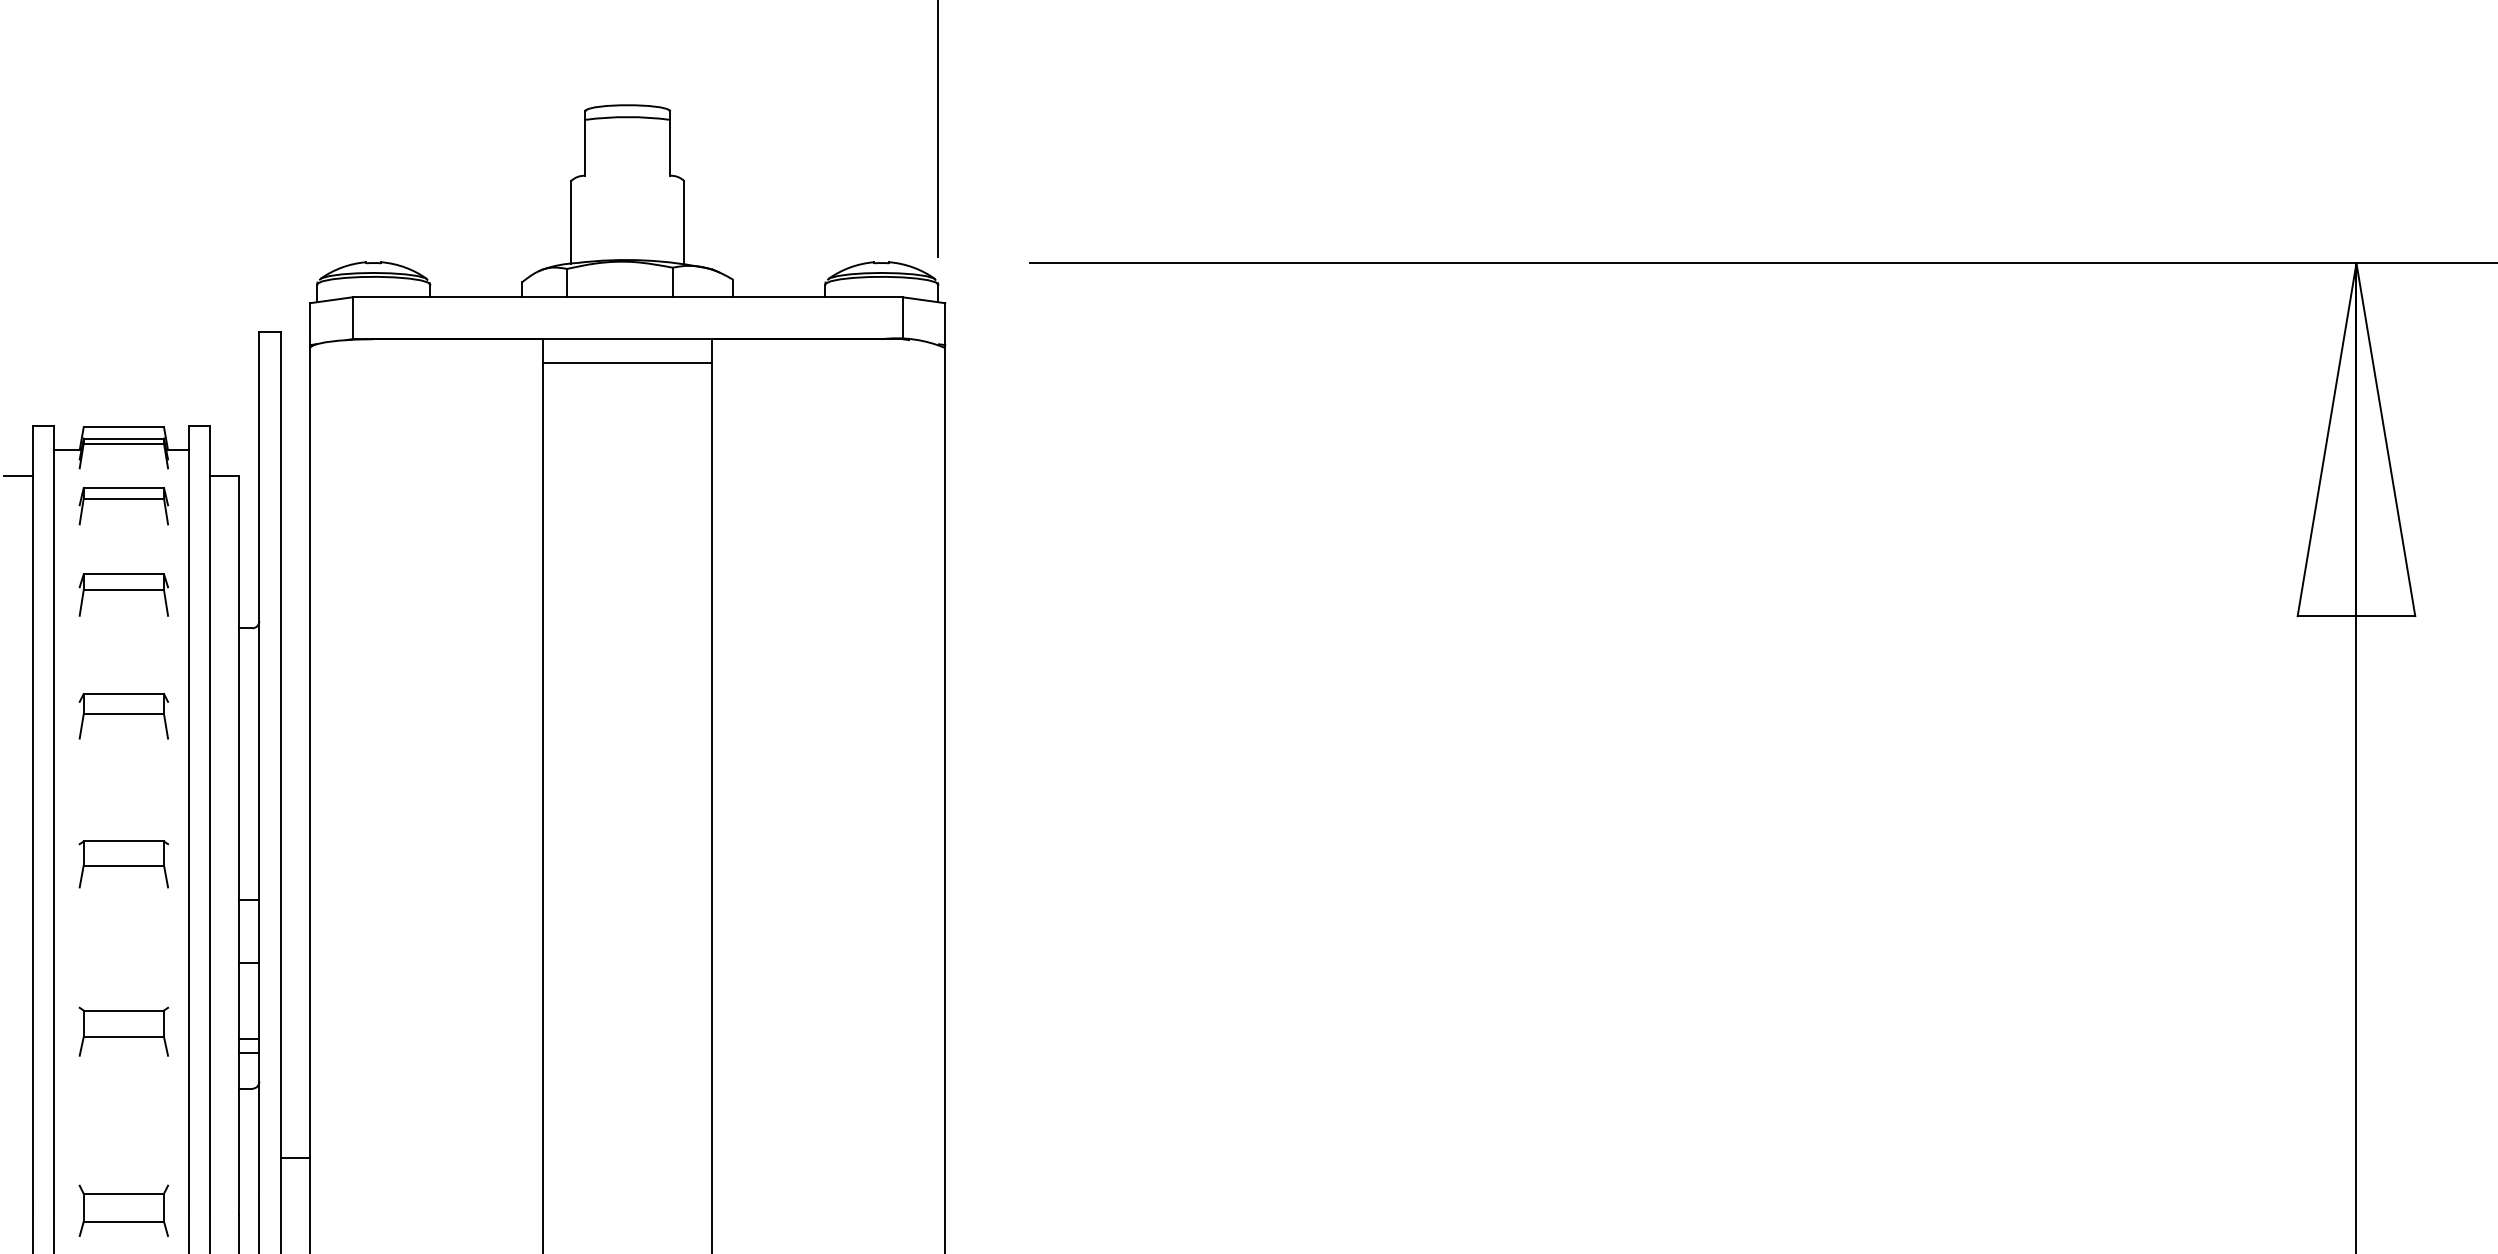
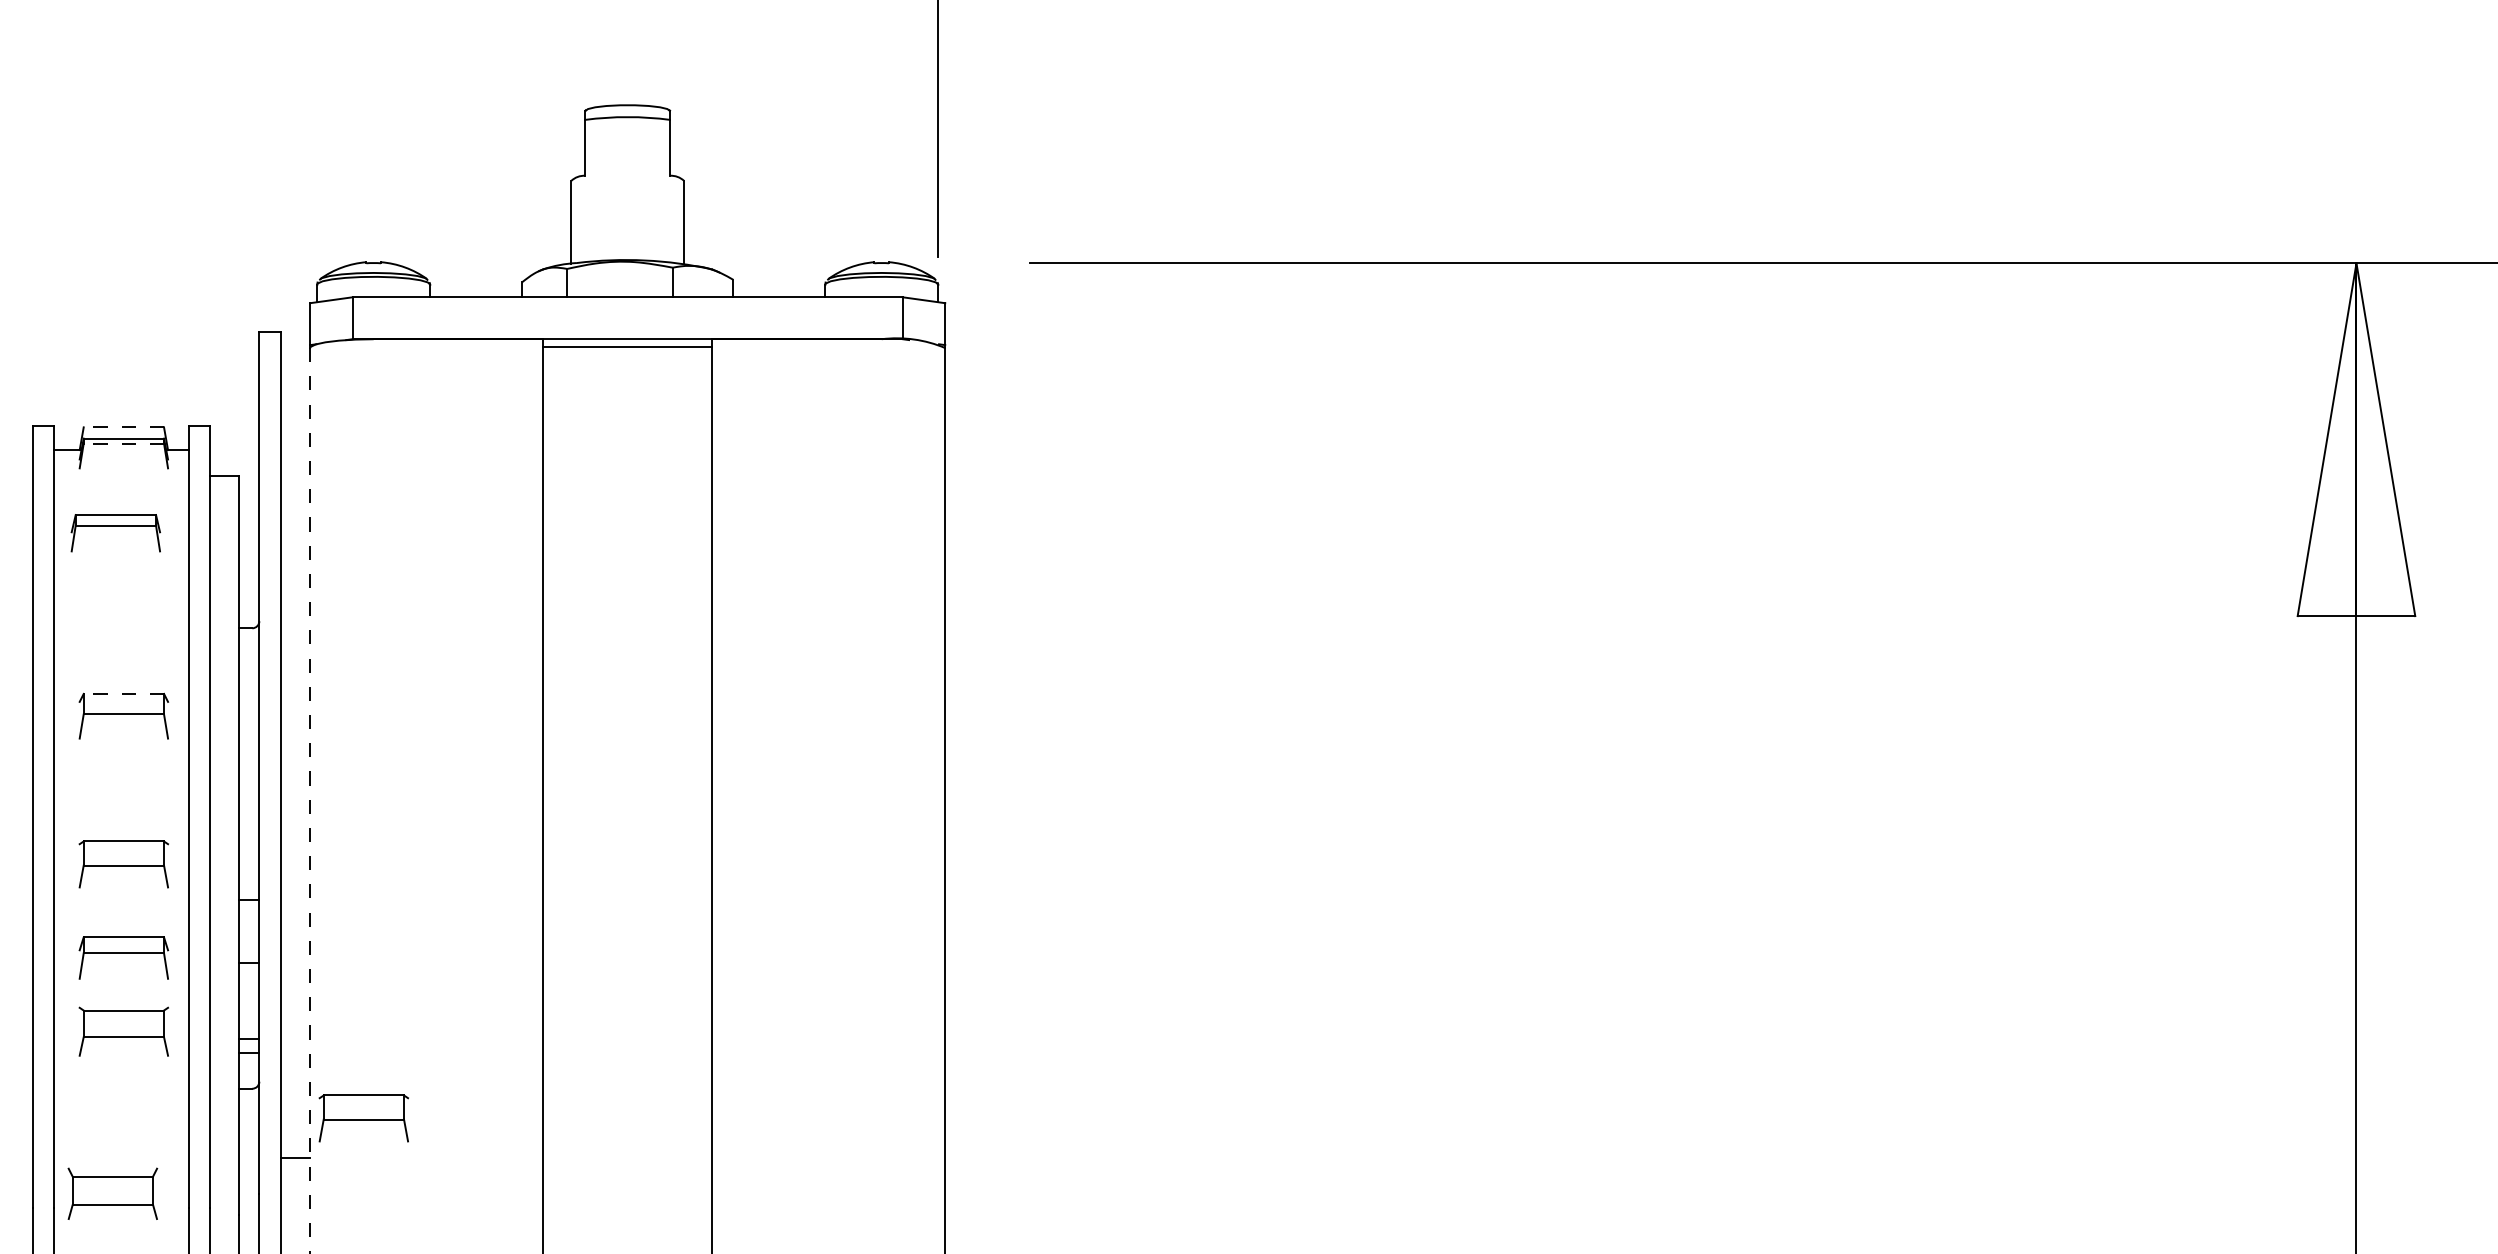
line at (627, 362) position: (627, 362) -> (627, 346)
line at (123, 427): solid -> dashed
line at (123, 443): solid -> dashed
line at (18, 475): present -> none
part at (123, 499) position: (123, 499) -> (115, 526)
part at (123, 594) position: (123, 594) -> (123, 957)
line at (123, 693): solid -> dashed
line at (310, 800): solid -> dashed
part at (363, 1118): none -> present
part at (123, 1210) position: (123, 1210) -> (112, 1193)
